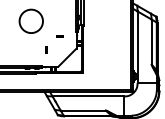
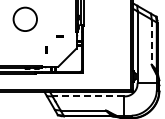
circle at (30, 20) position: (30, 20) -> (24, 18)
line at (151, 42): solid -> dashed
line at (88, 96): solid -> dashed
